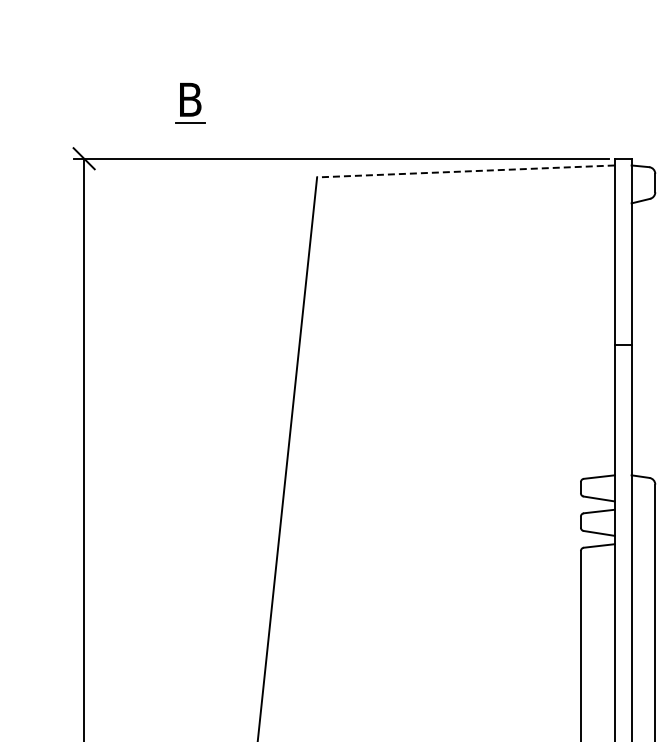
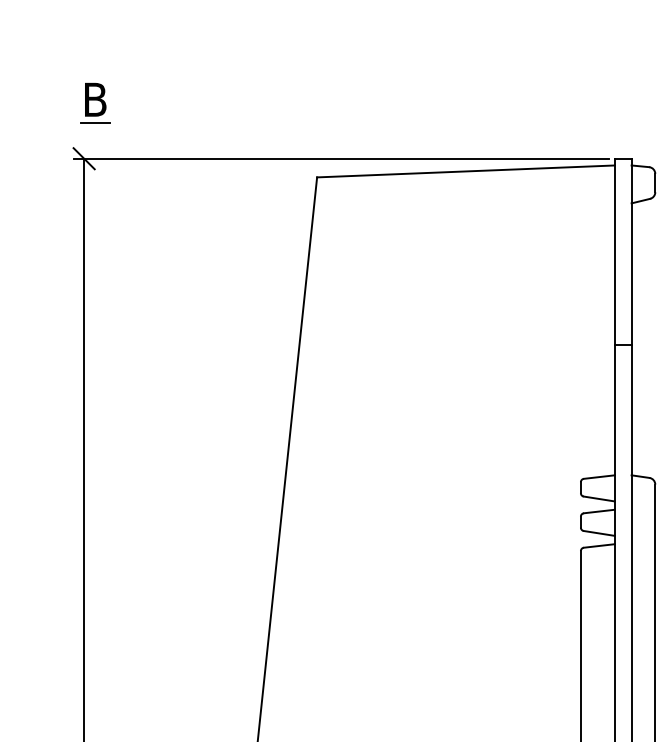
part at (190, 103) position: (190, 103) -> (95, 103)
line at (465, 171): dashed -> solid
